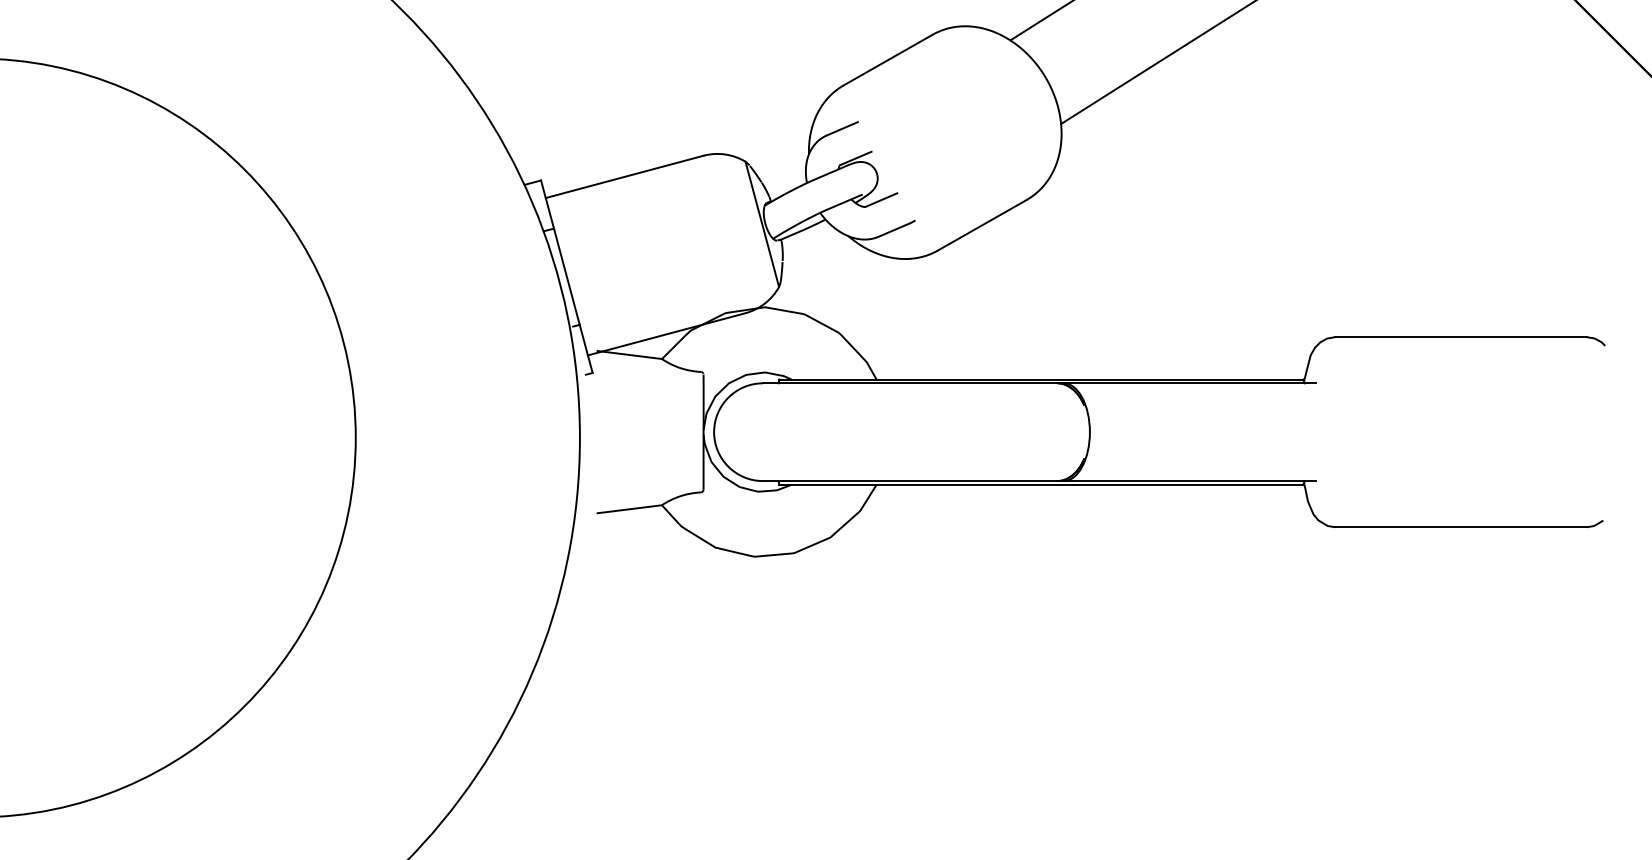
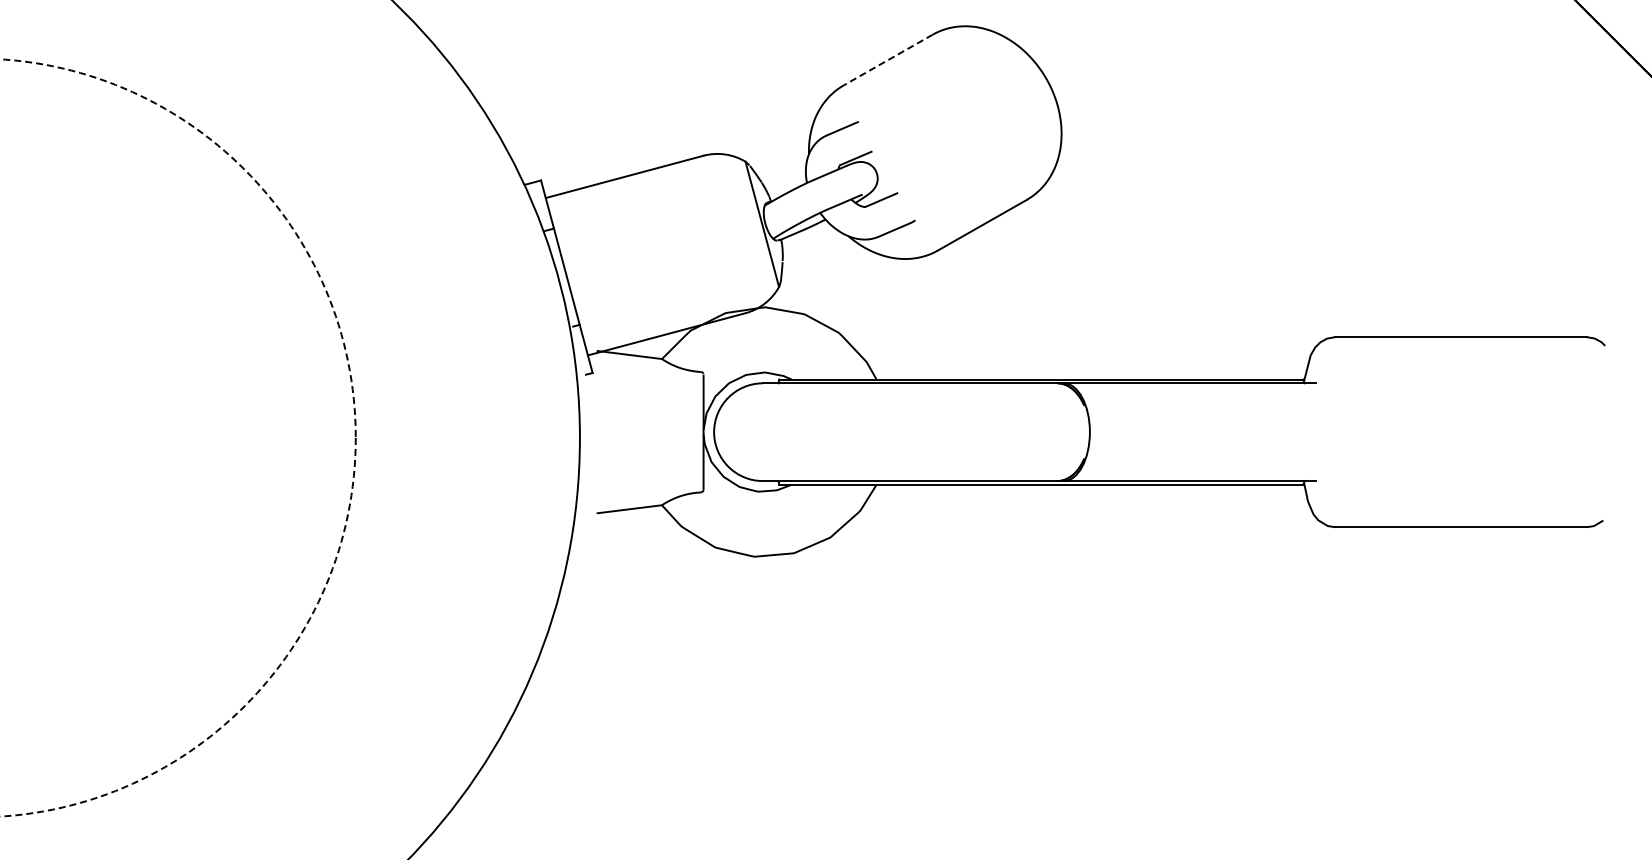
line at (1040, 21): present -> none
line at (887, 60): solid -> dashed
line at (1157, 63): present -> none
circle at (177, 437): solid -> dashed
